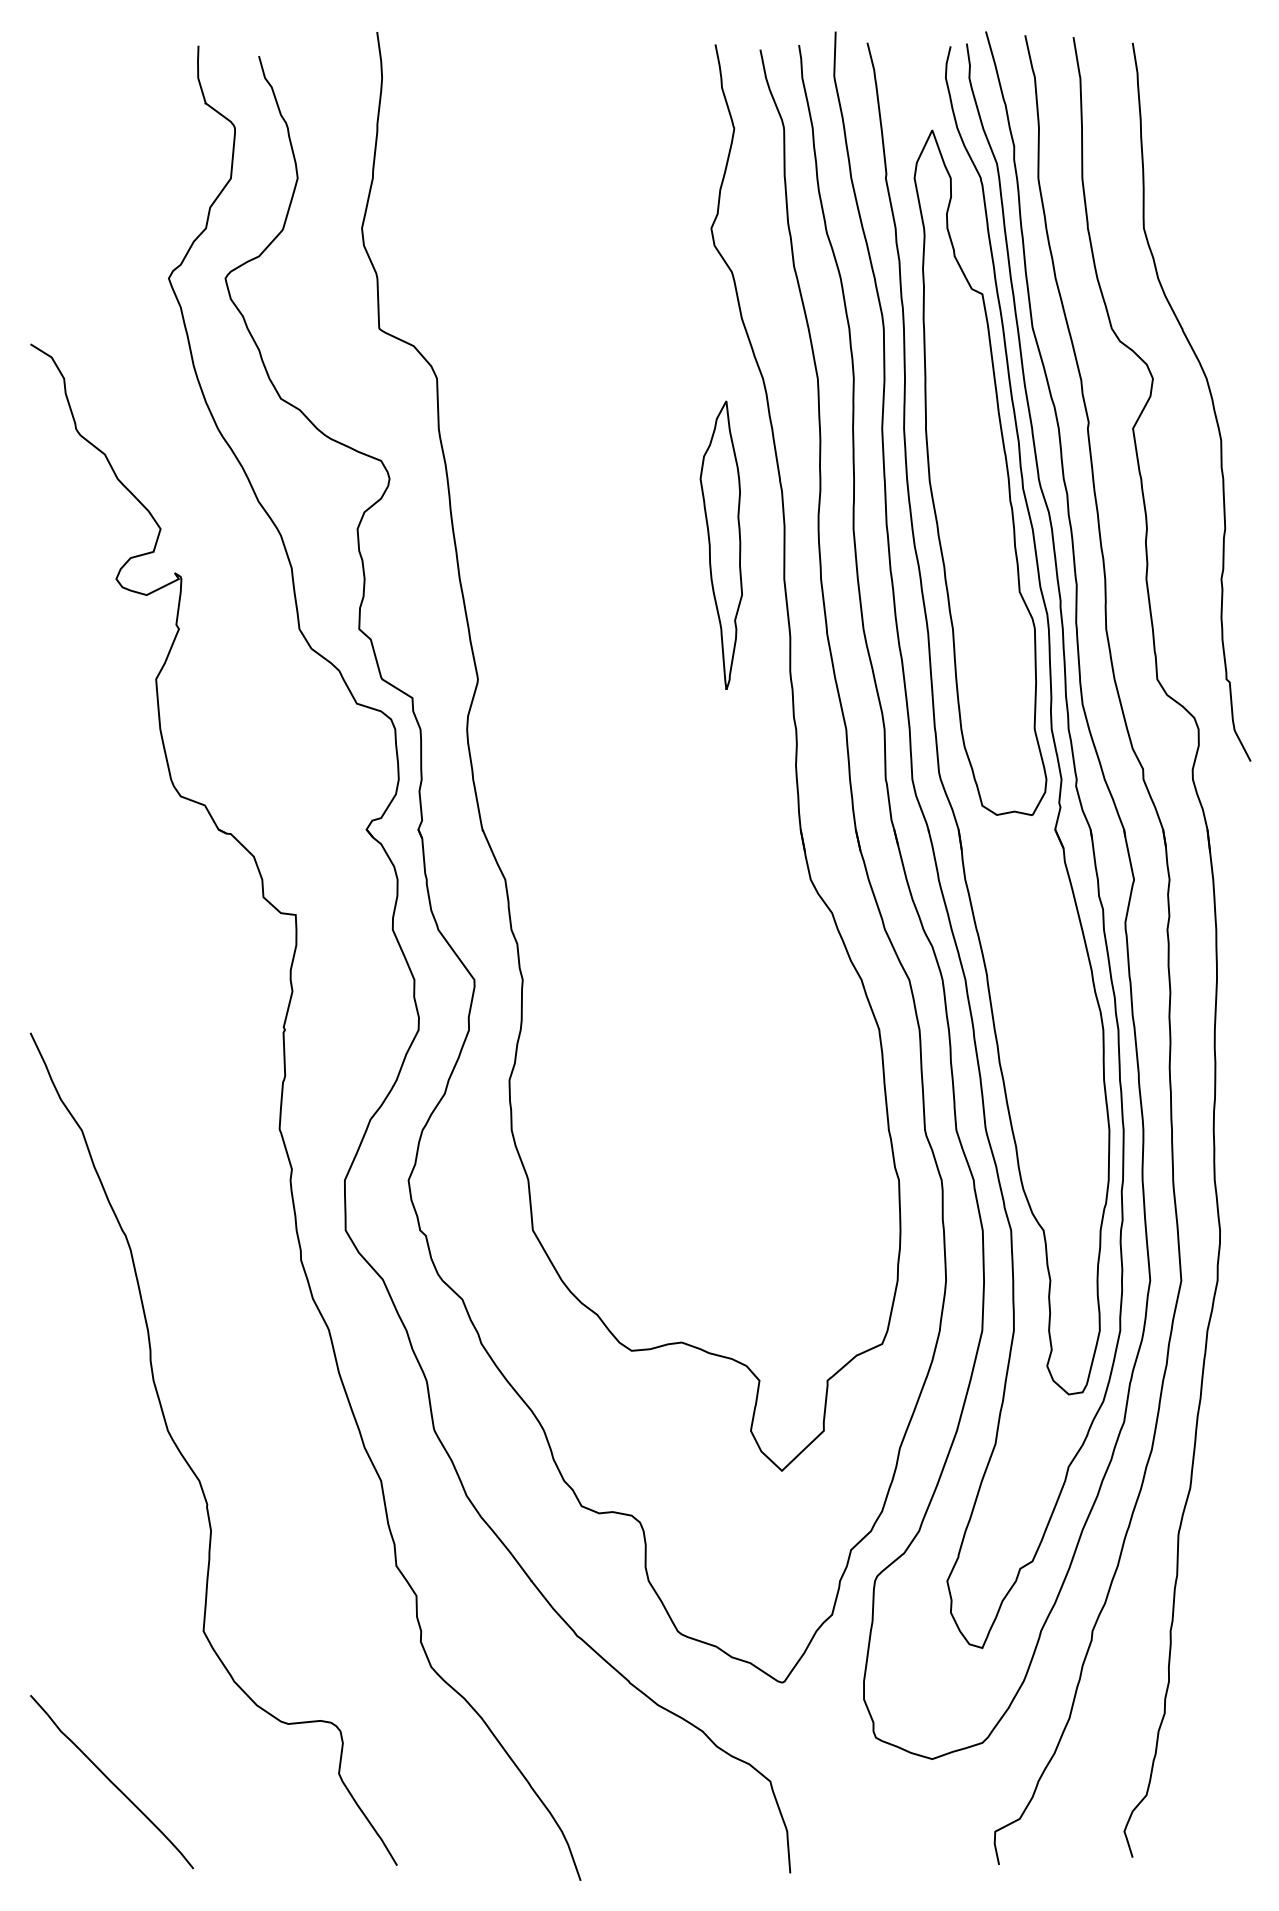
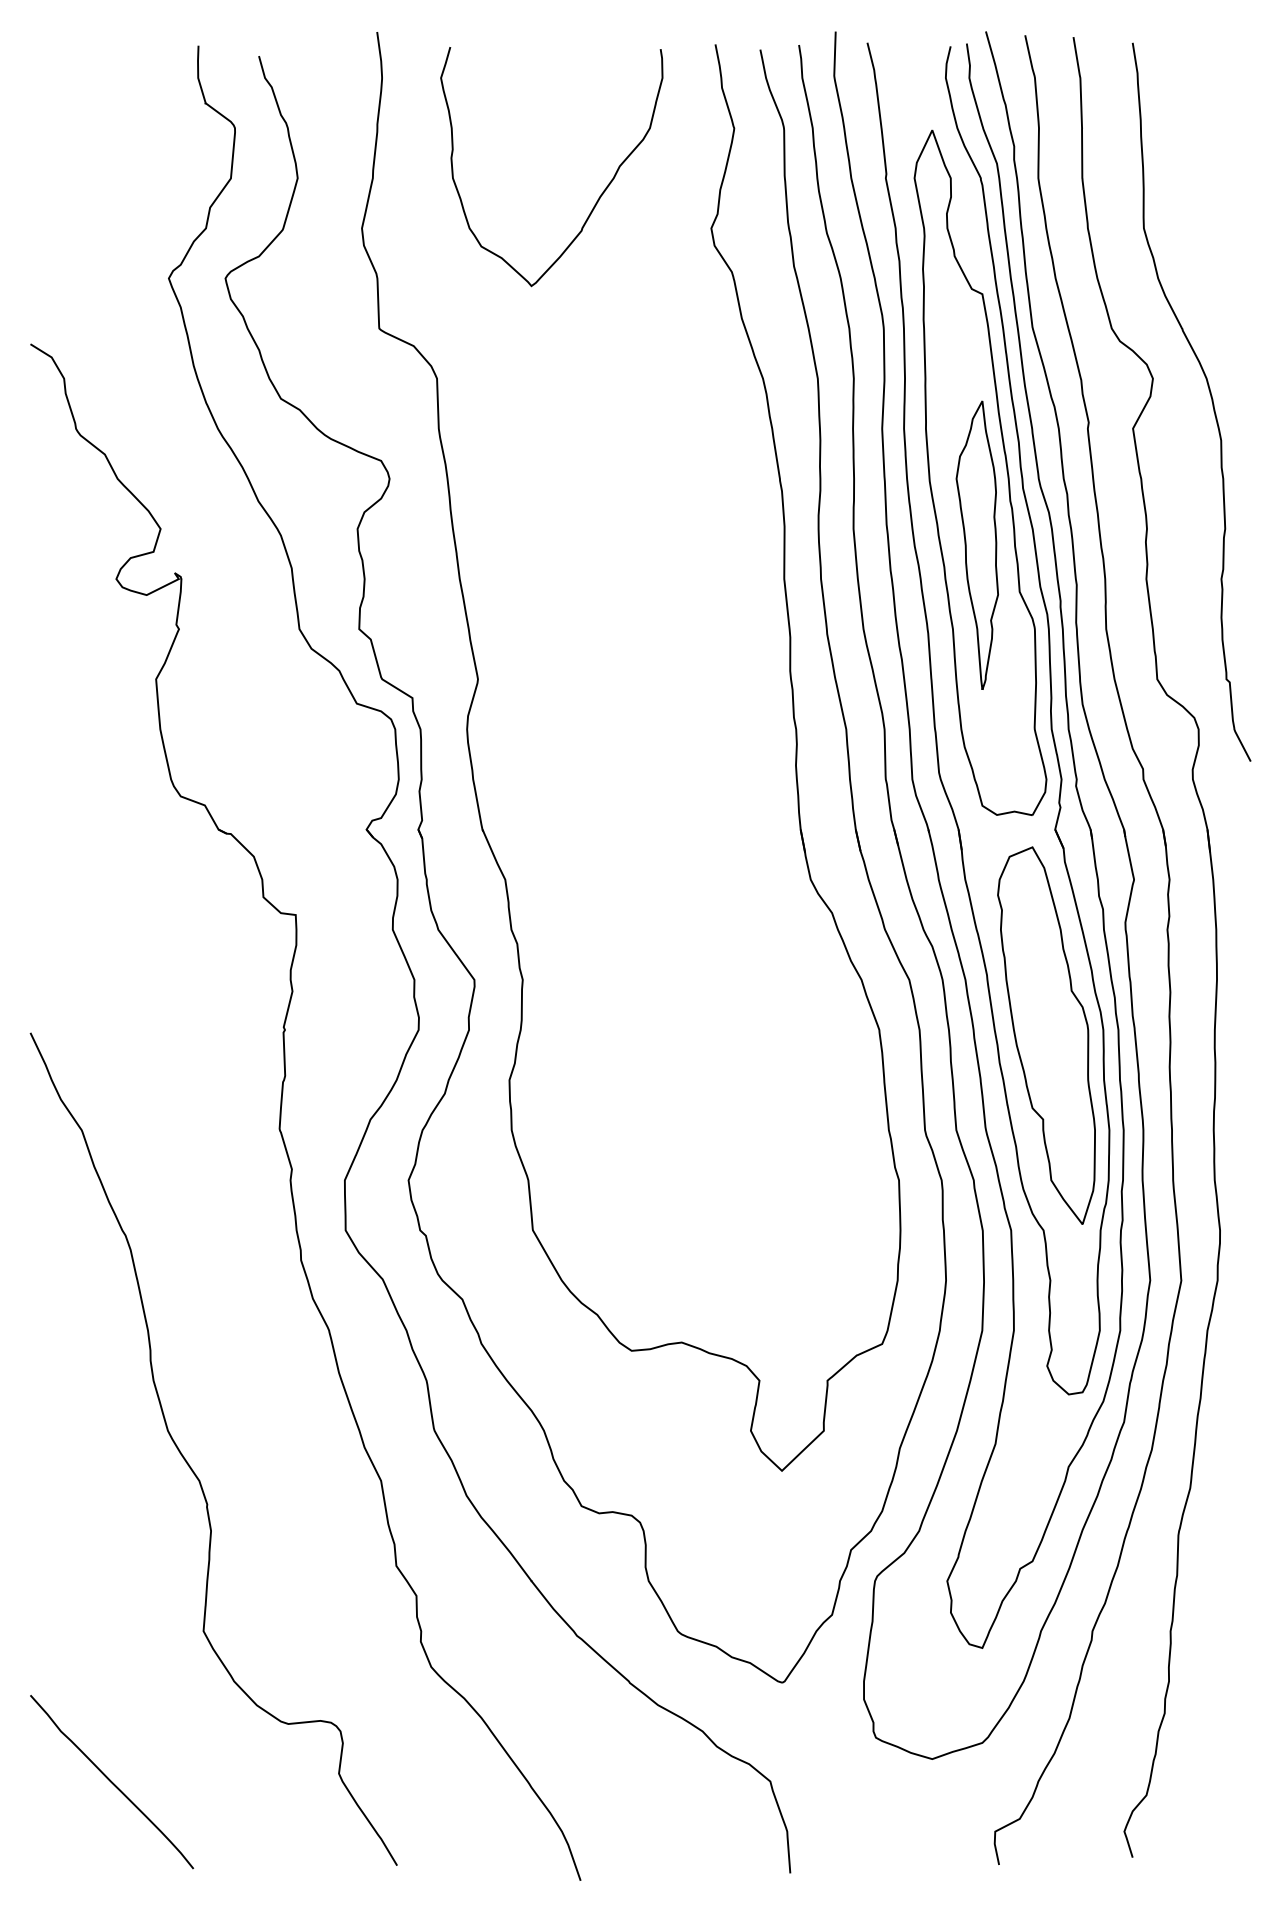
curve at (598, 197): none -> present
part at (720, 544) position: (720, 544) -> (976, 544)
part at (1046, 1035): none -> present
